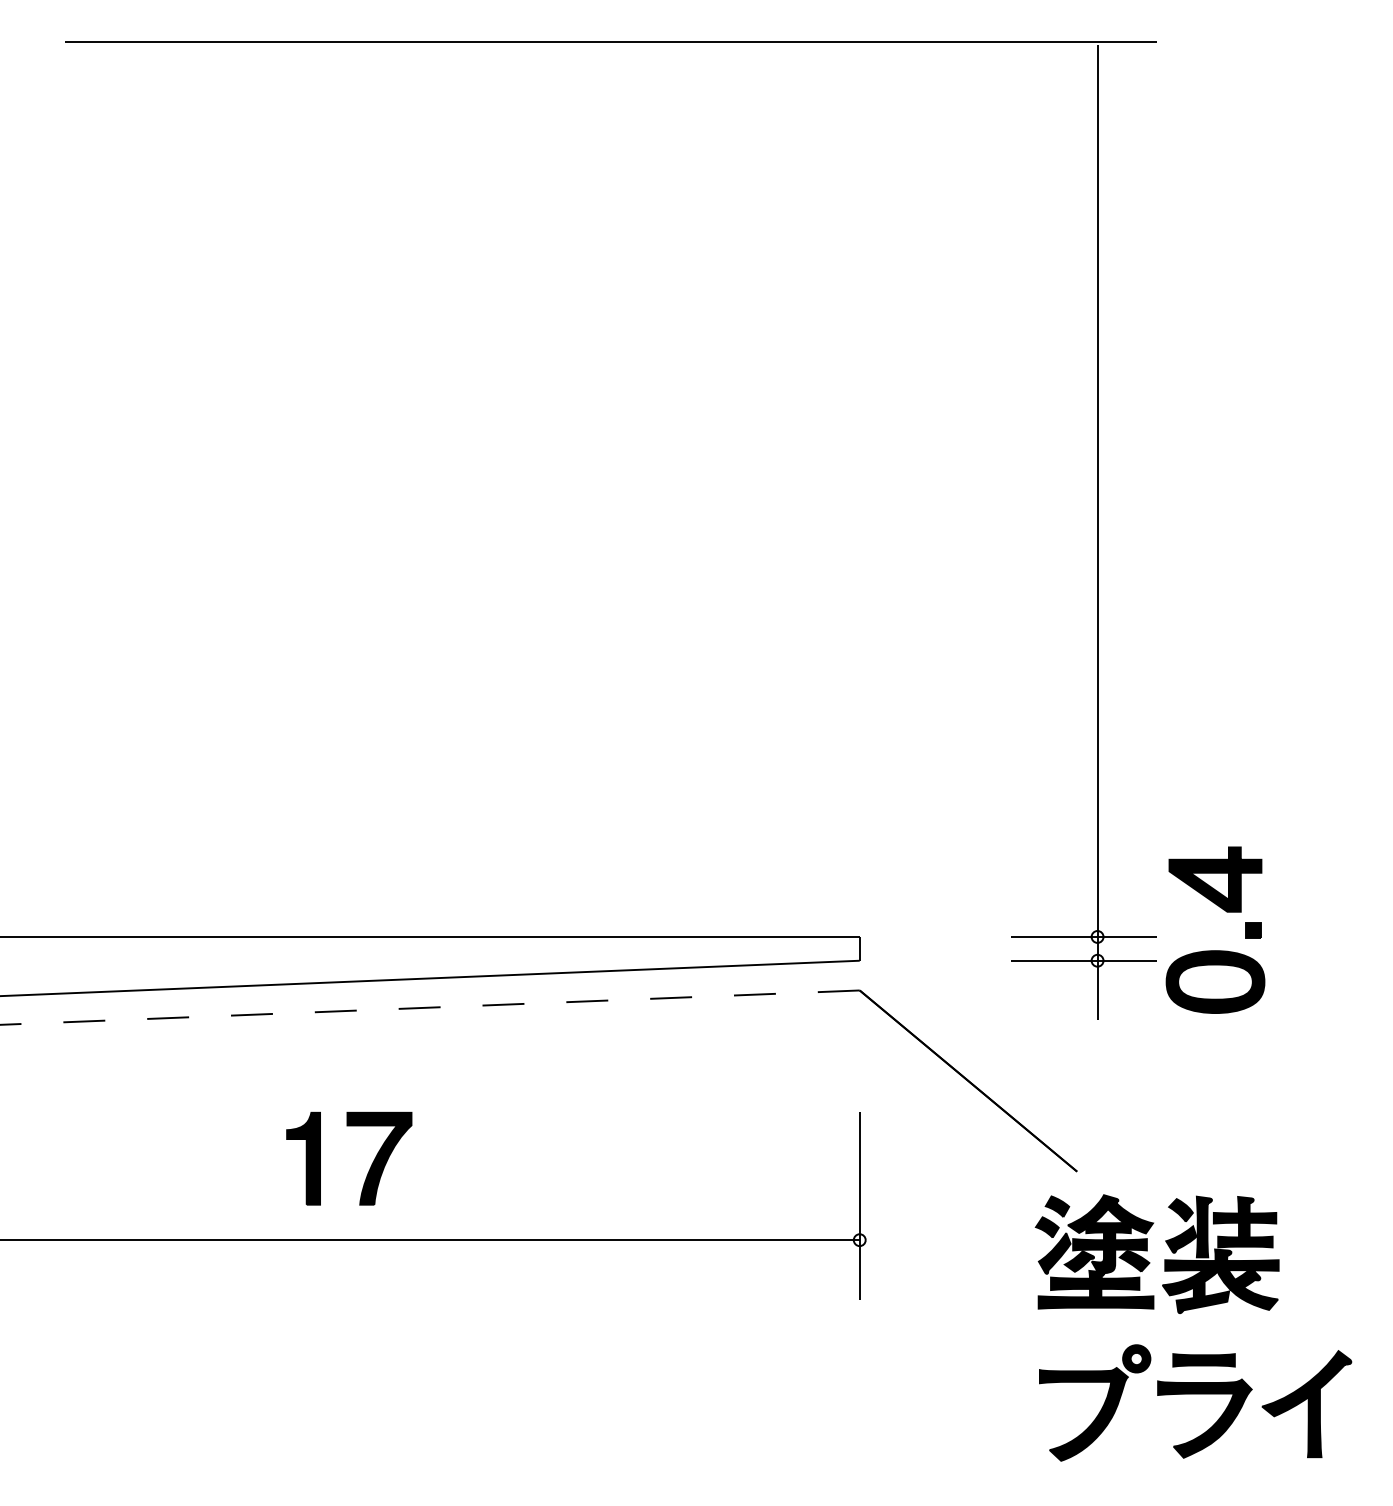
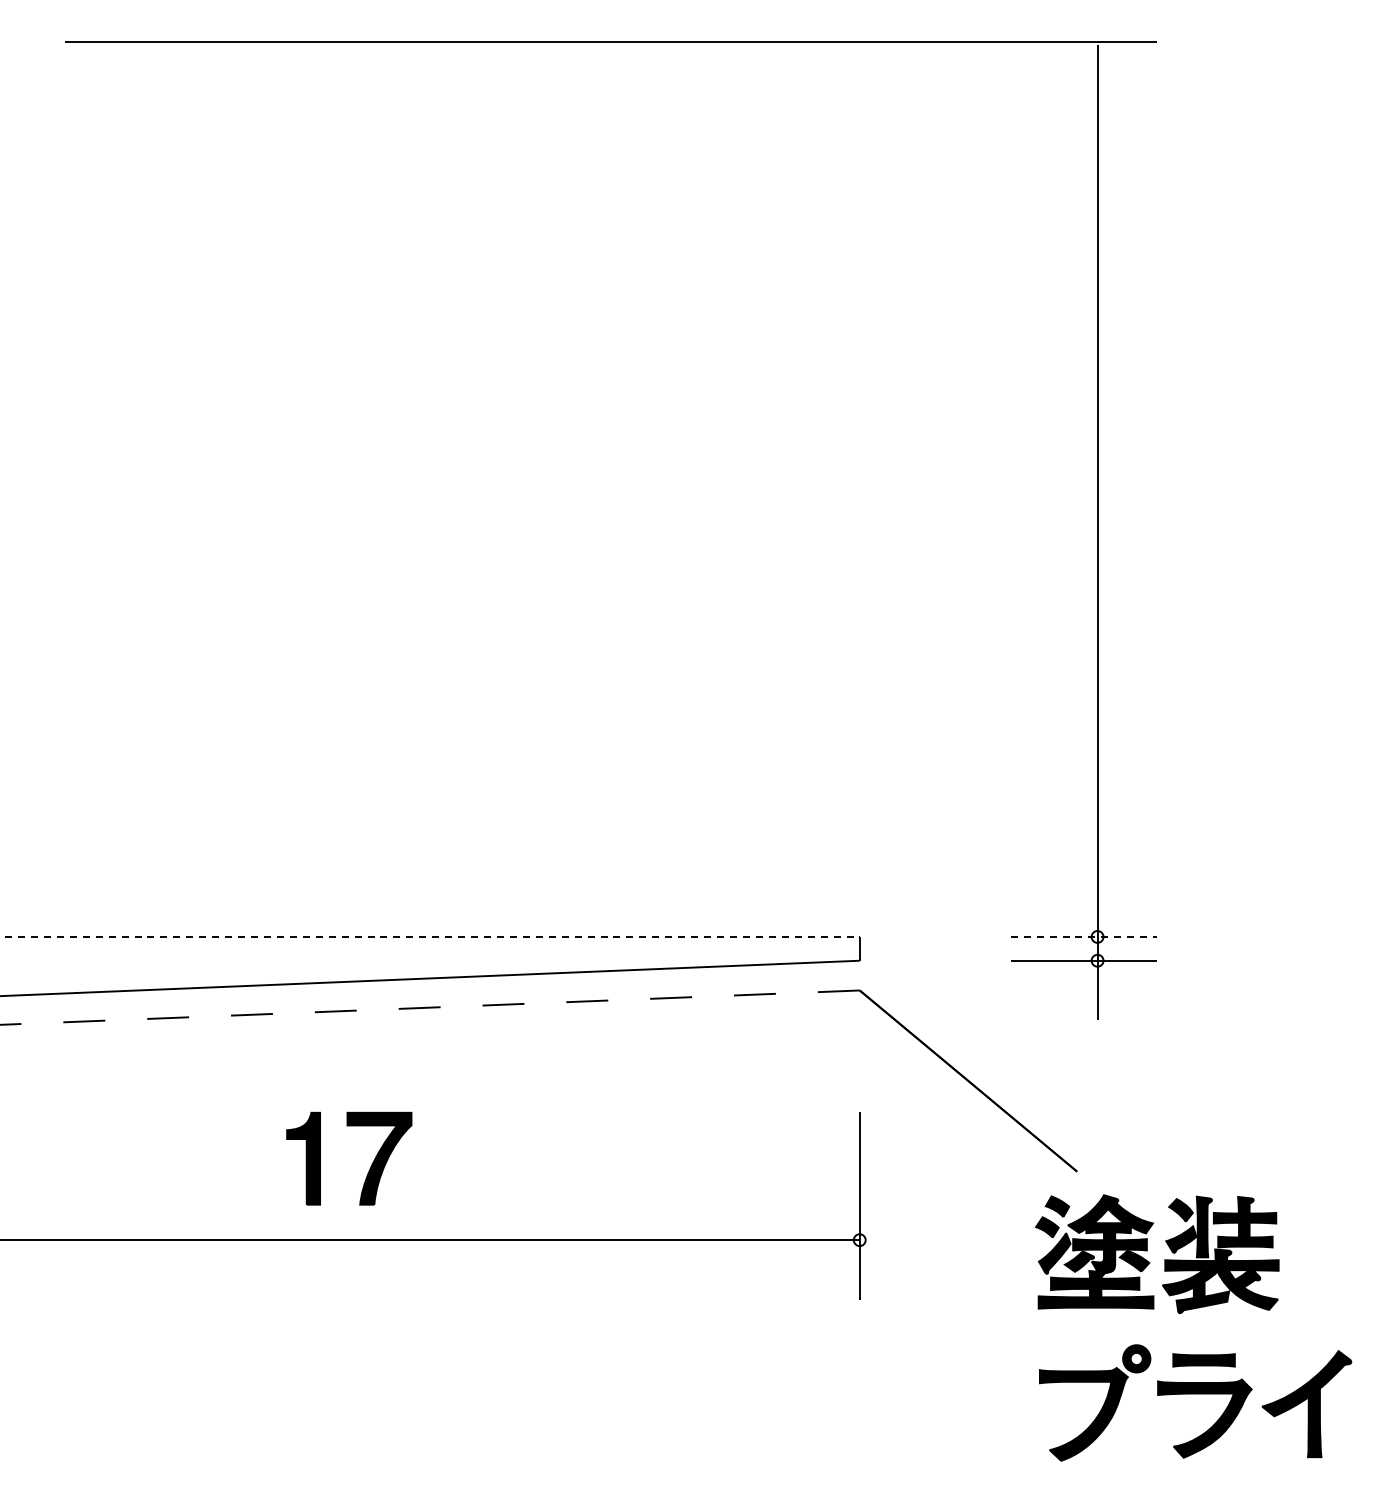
part at (1226, 912): present -> none
line at (430, 936): solid -> dashed
line at (1084, 936): solid -> dashed
